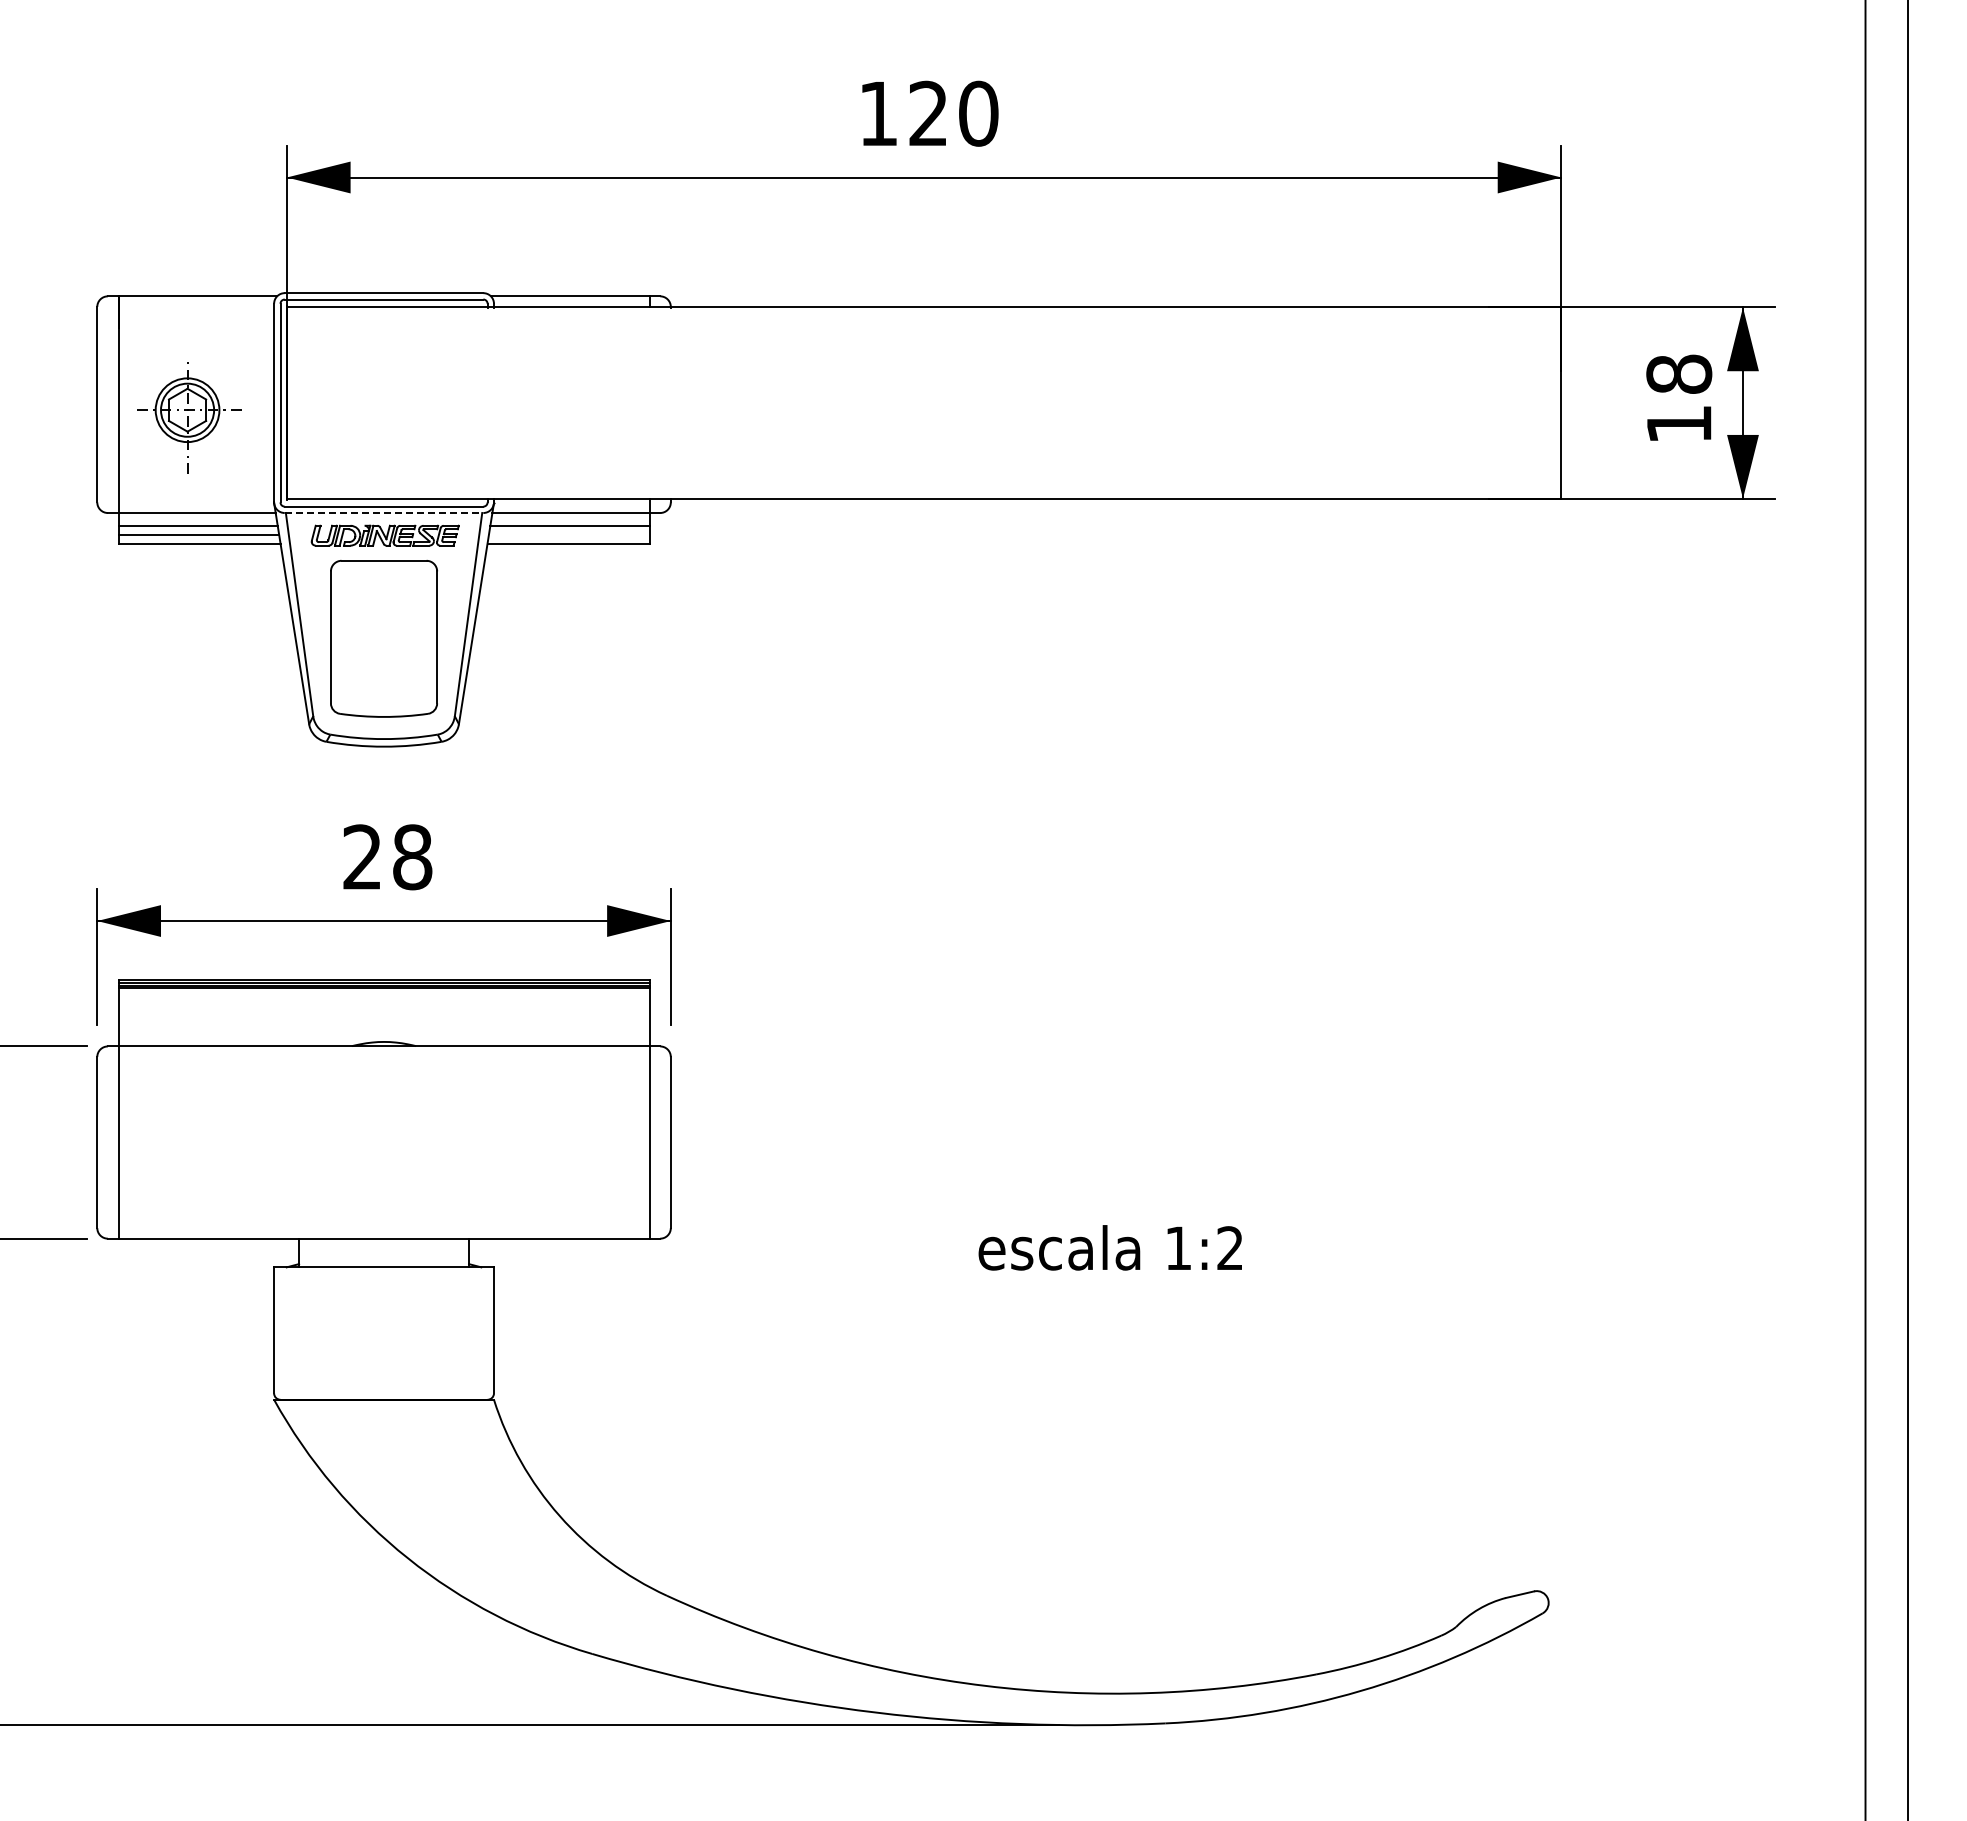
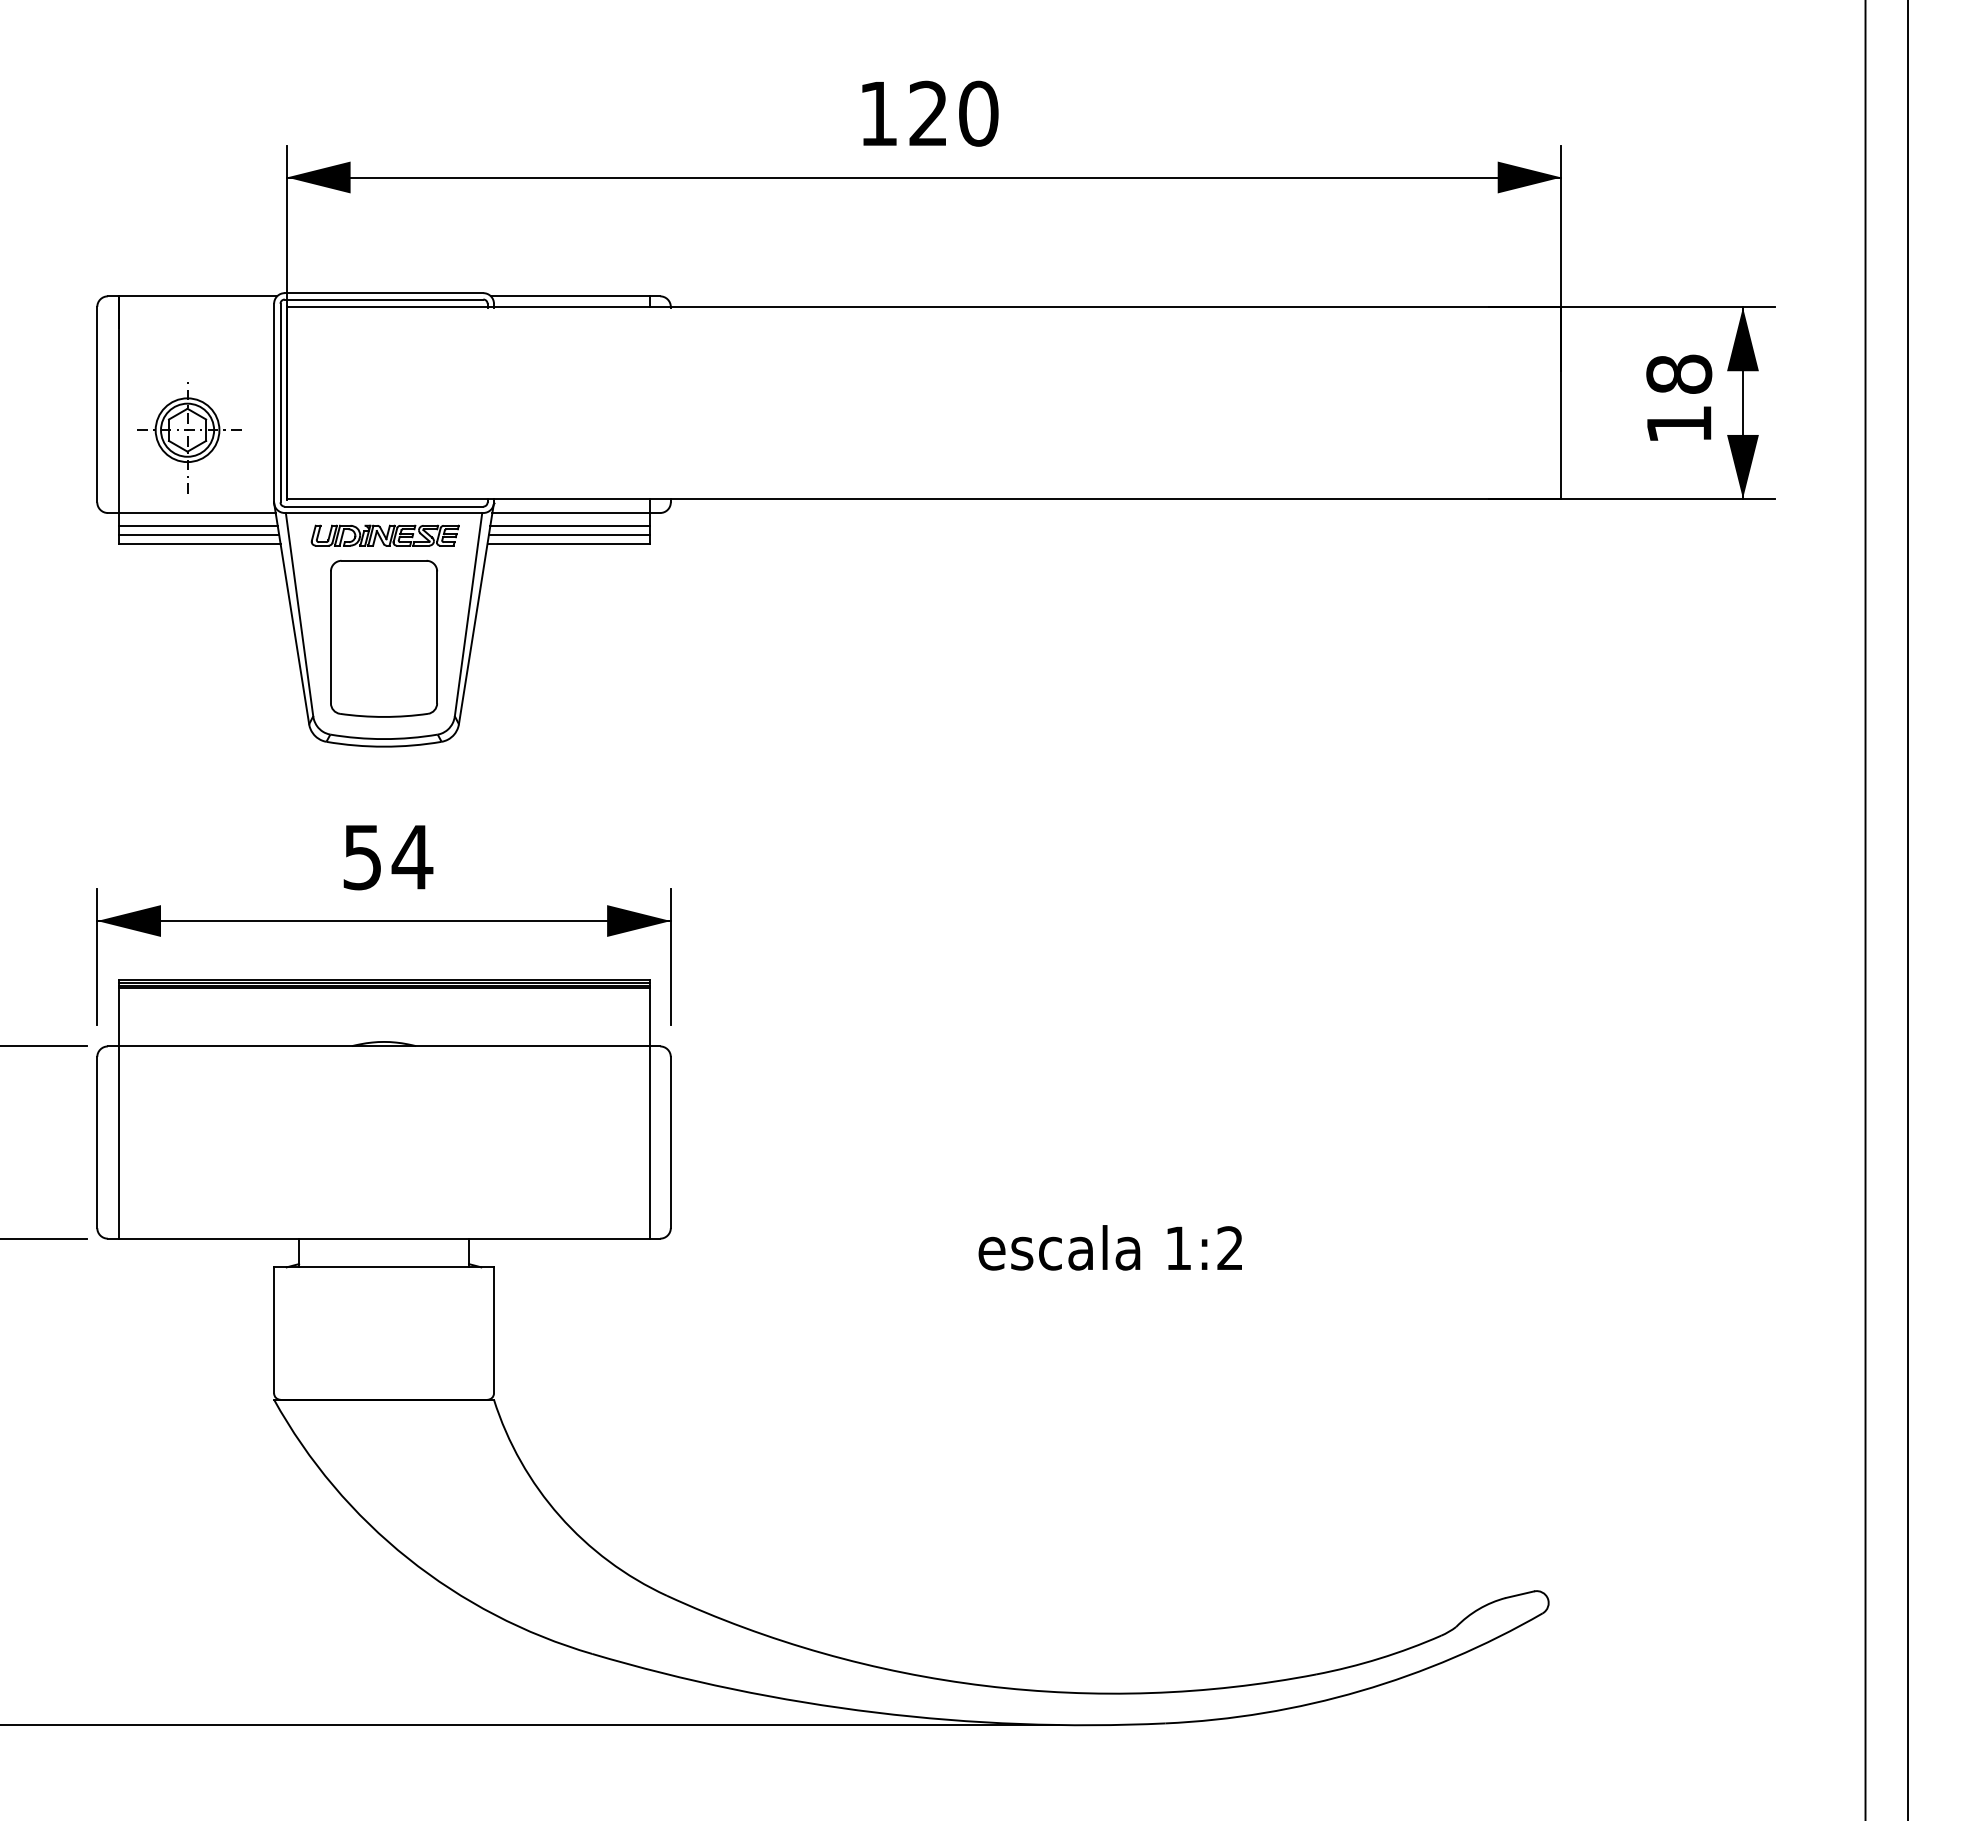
part at (189, 417) position: (189, 417) -> (189, 437)
line at (384, 513): dashed -> solid
line at (568, 534): none -> present
text at (388, 857): 28 -> 54
